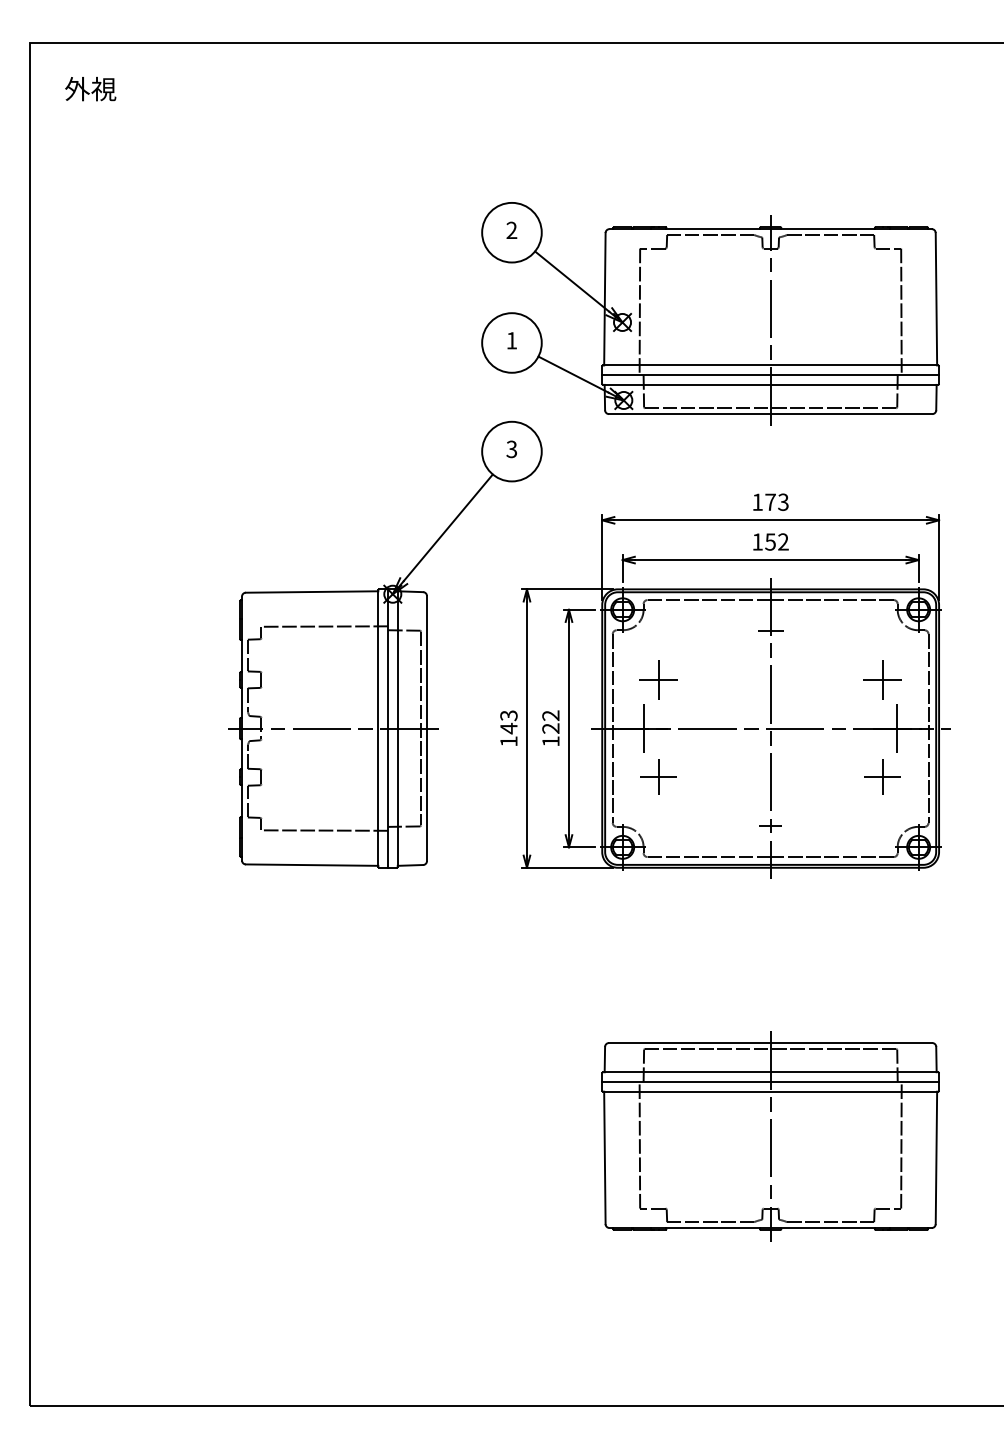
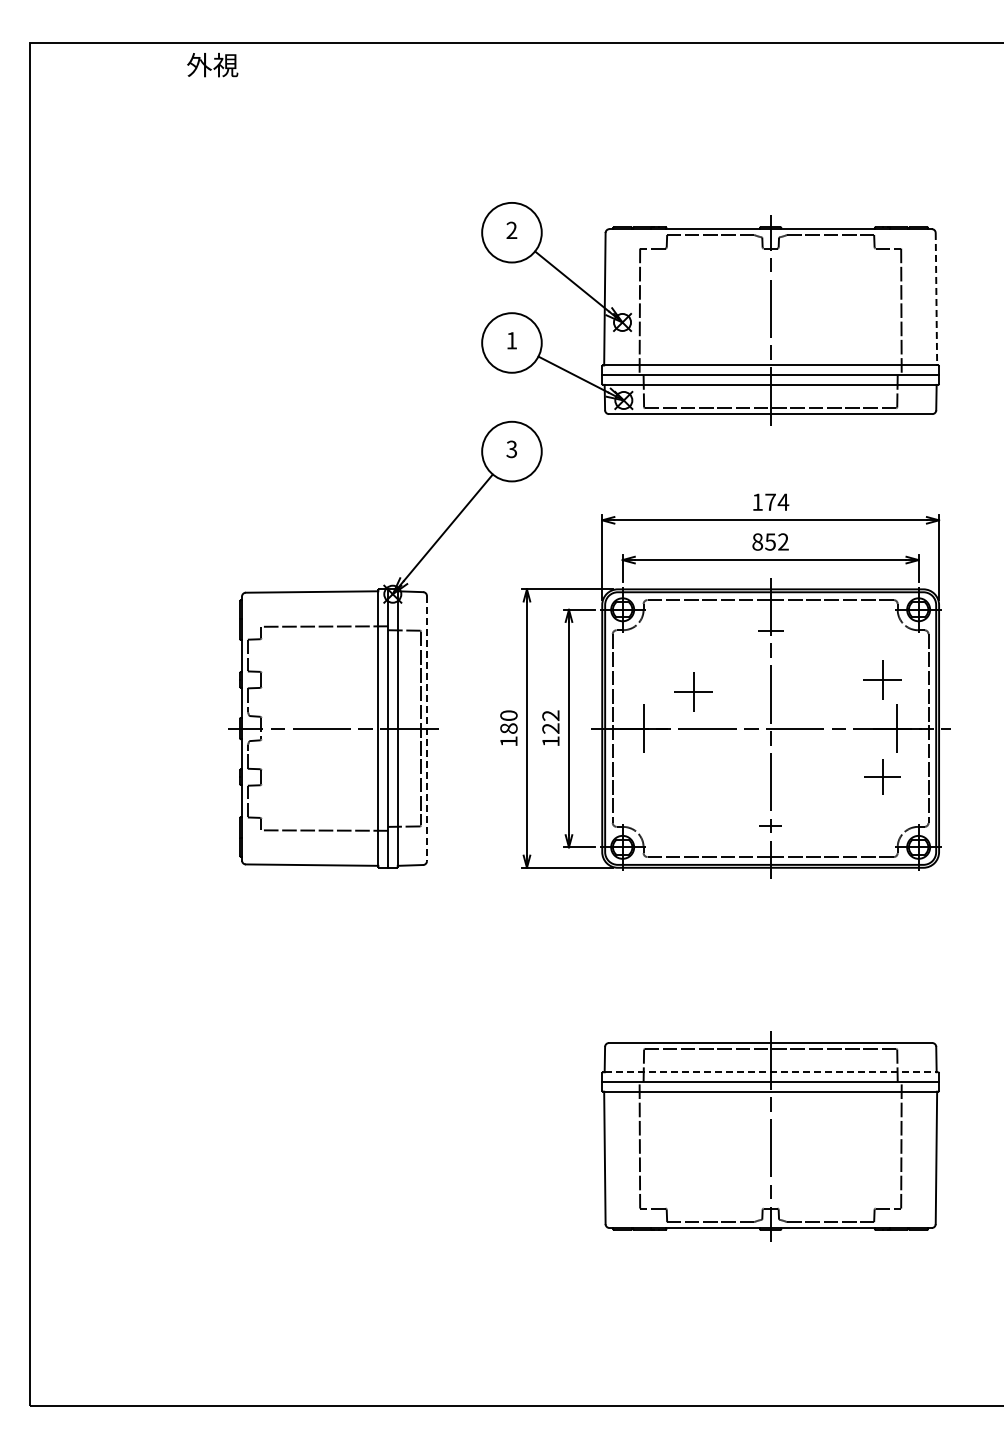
text at (90, 89) position: (90, 89) -> (212, 65)
line at (936, 299): solid -> dashed
text at (783, 501): 173 -> 174
text at (757, 541): 152 -> 852
part at (658, 679) position: (658, 679) -> (693, 691)
text at (508, 722): 143 -> 180
line at (426, 728): solid -> dashed
part at (658, 776): present -> none
line at (771, 1072): solid -> dashed
